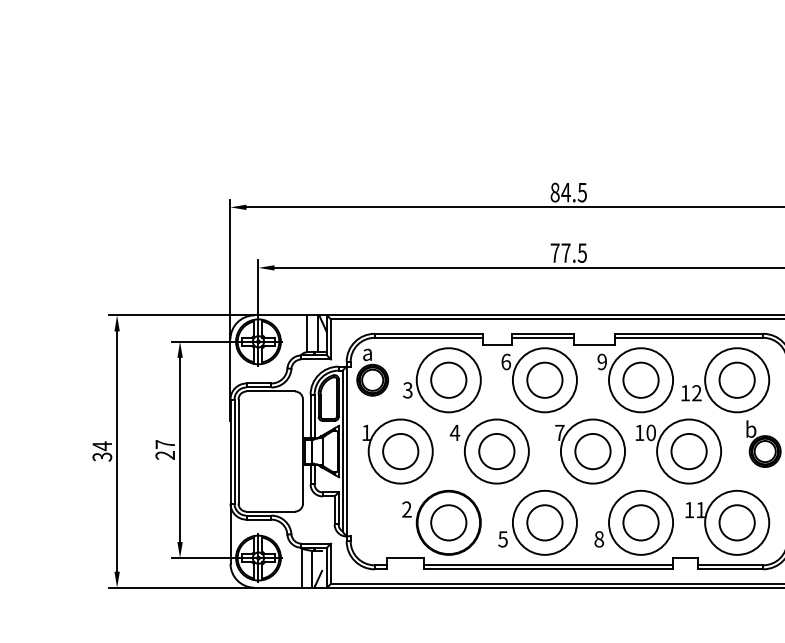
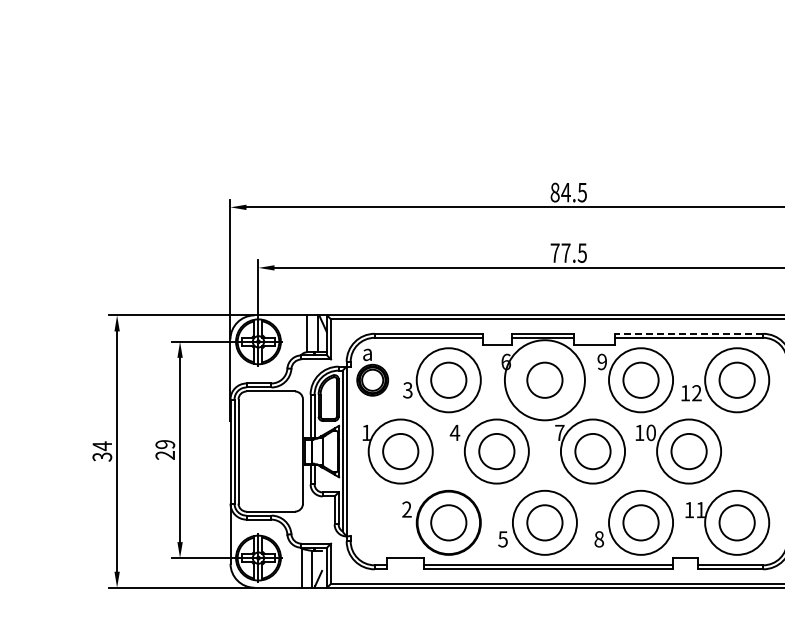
line at (688, 333): solid -> dashed
circle at (544, 380) diameter: 64 px -> 80 px
part at (763, 443): present -> none
text at (165, 444): 27 -> 29
